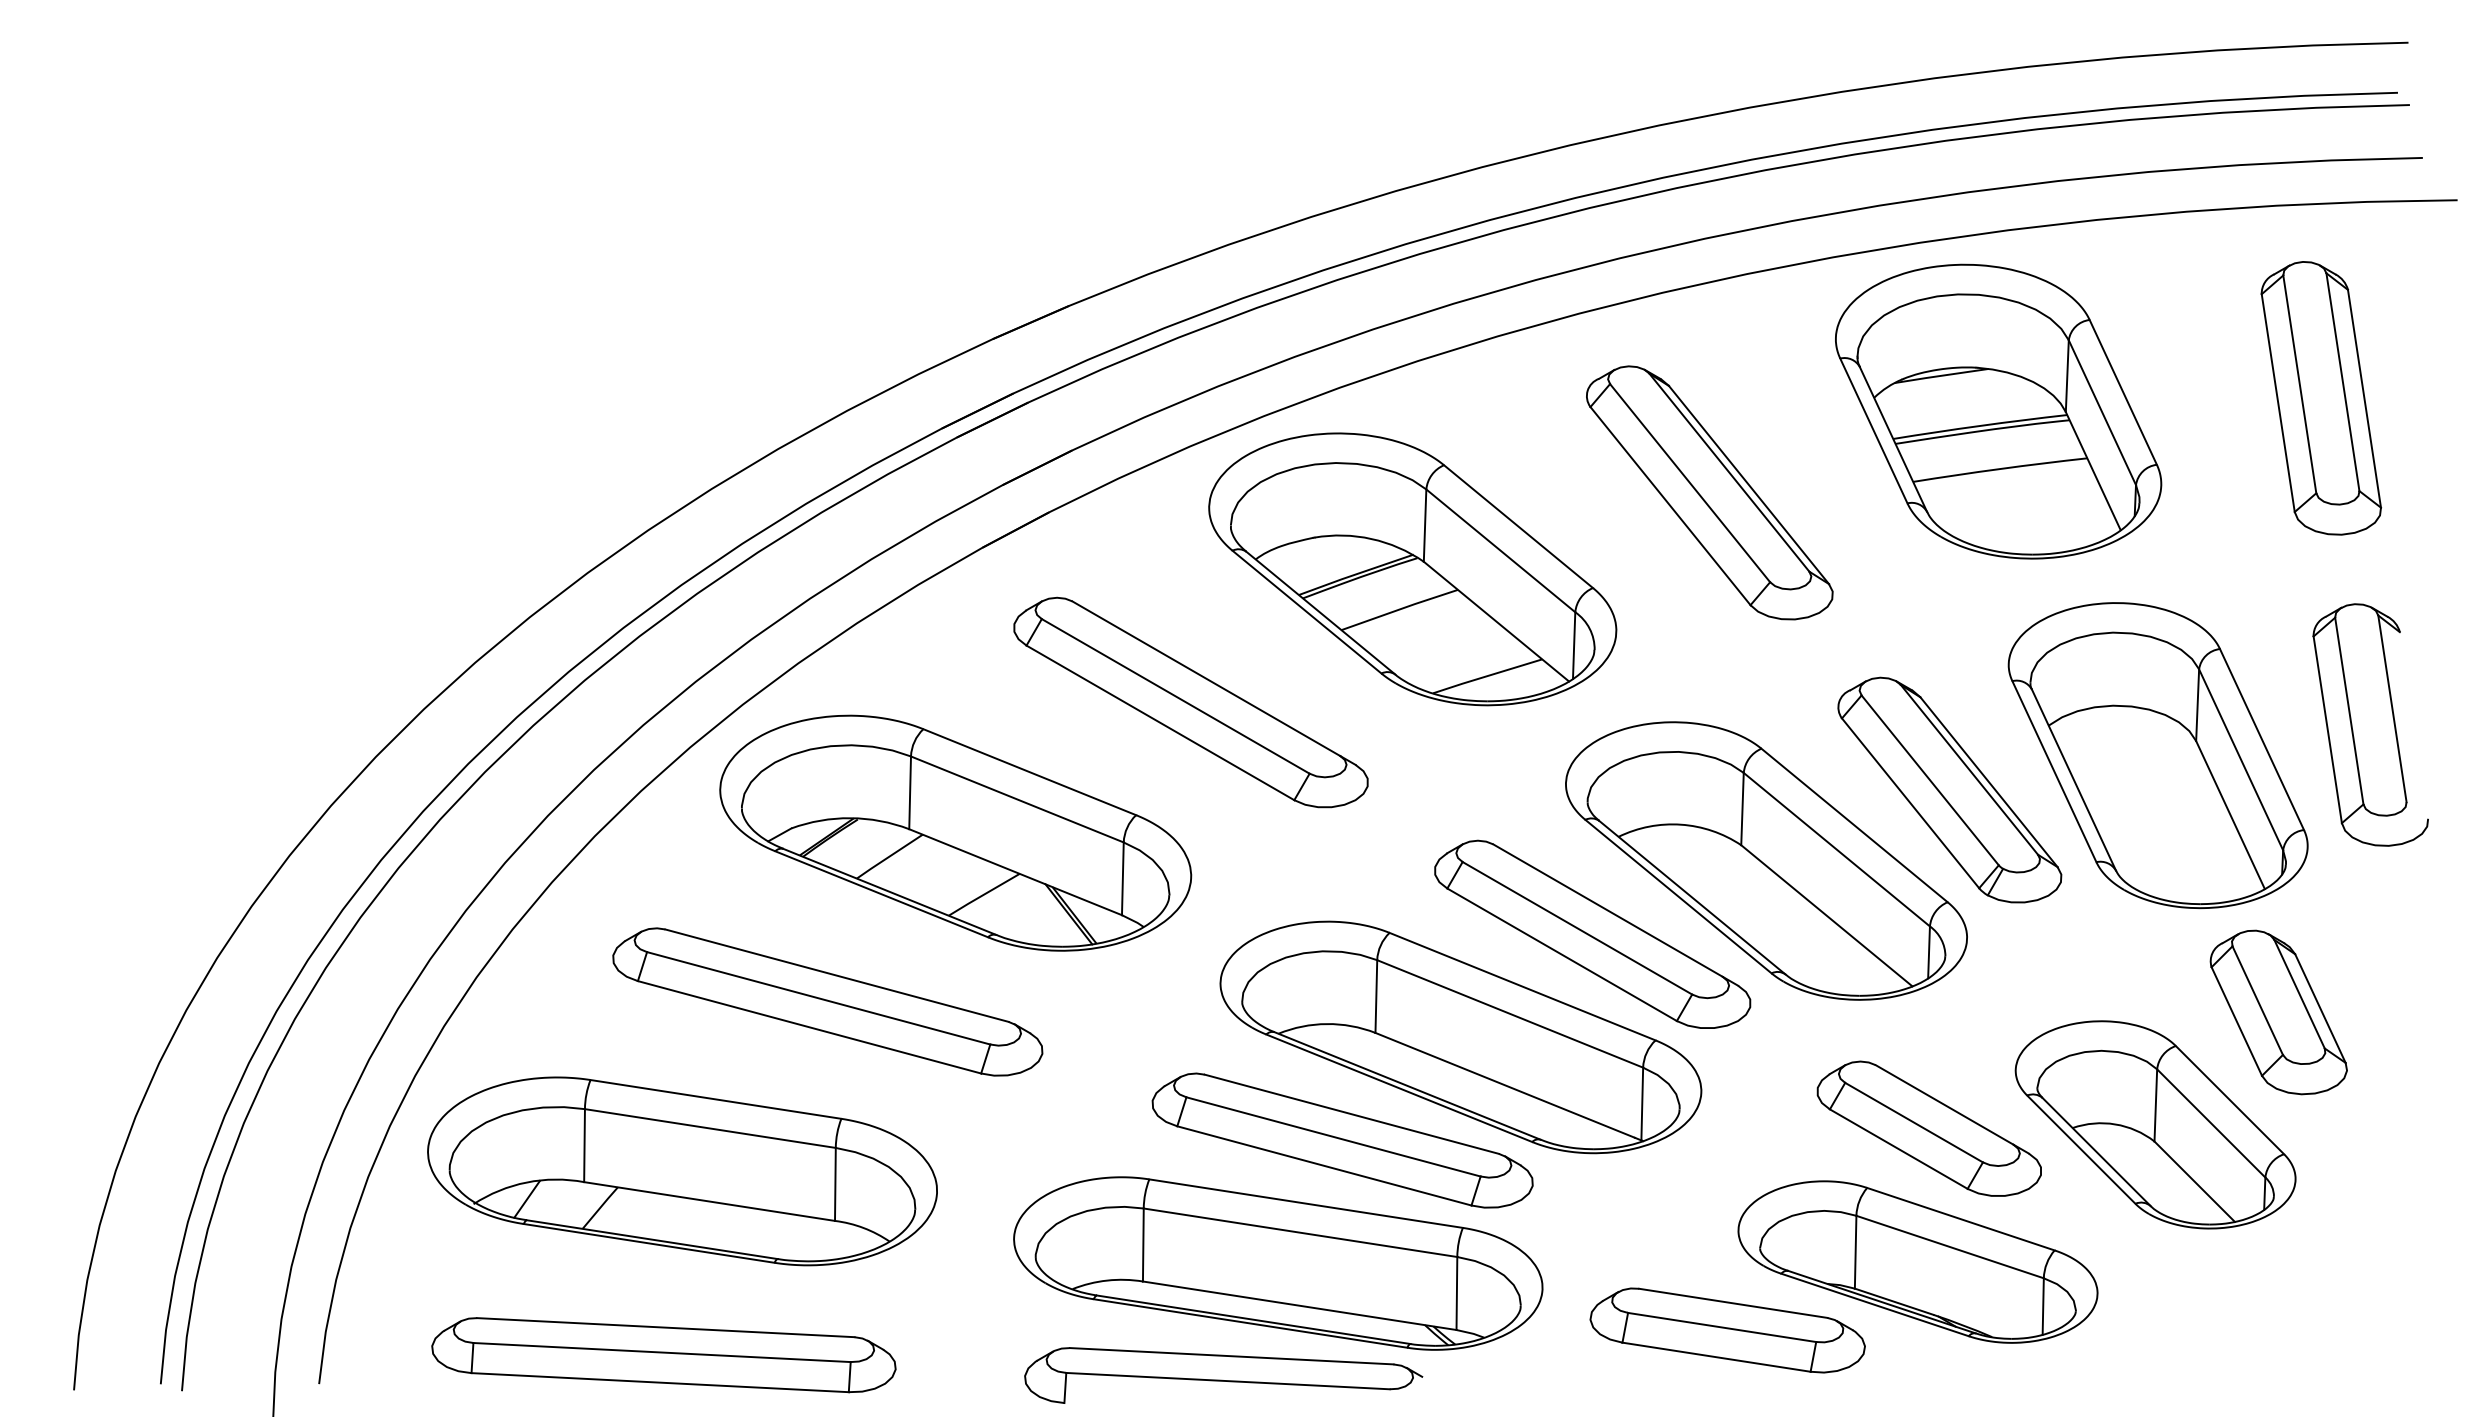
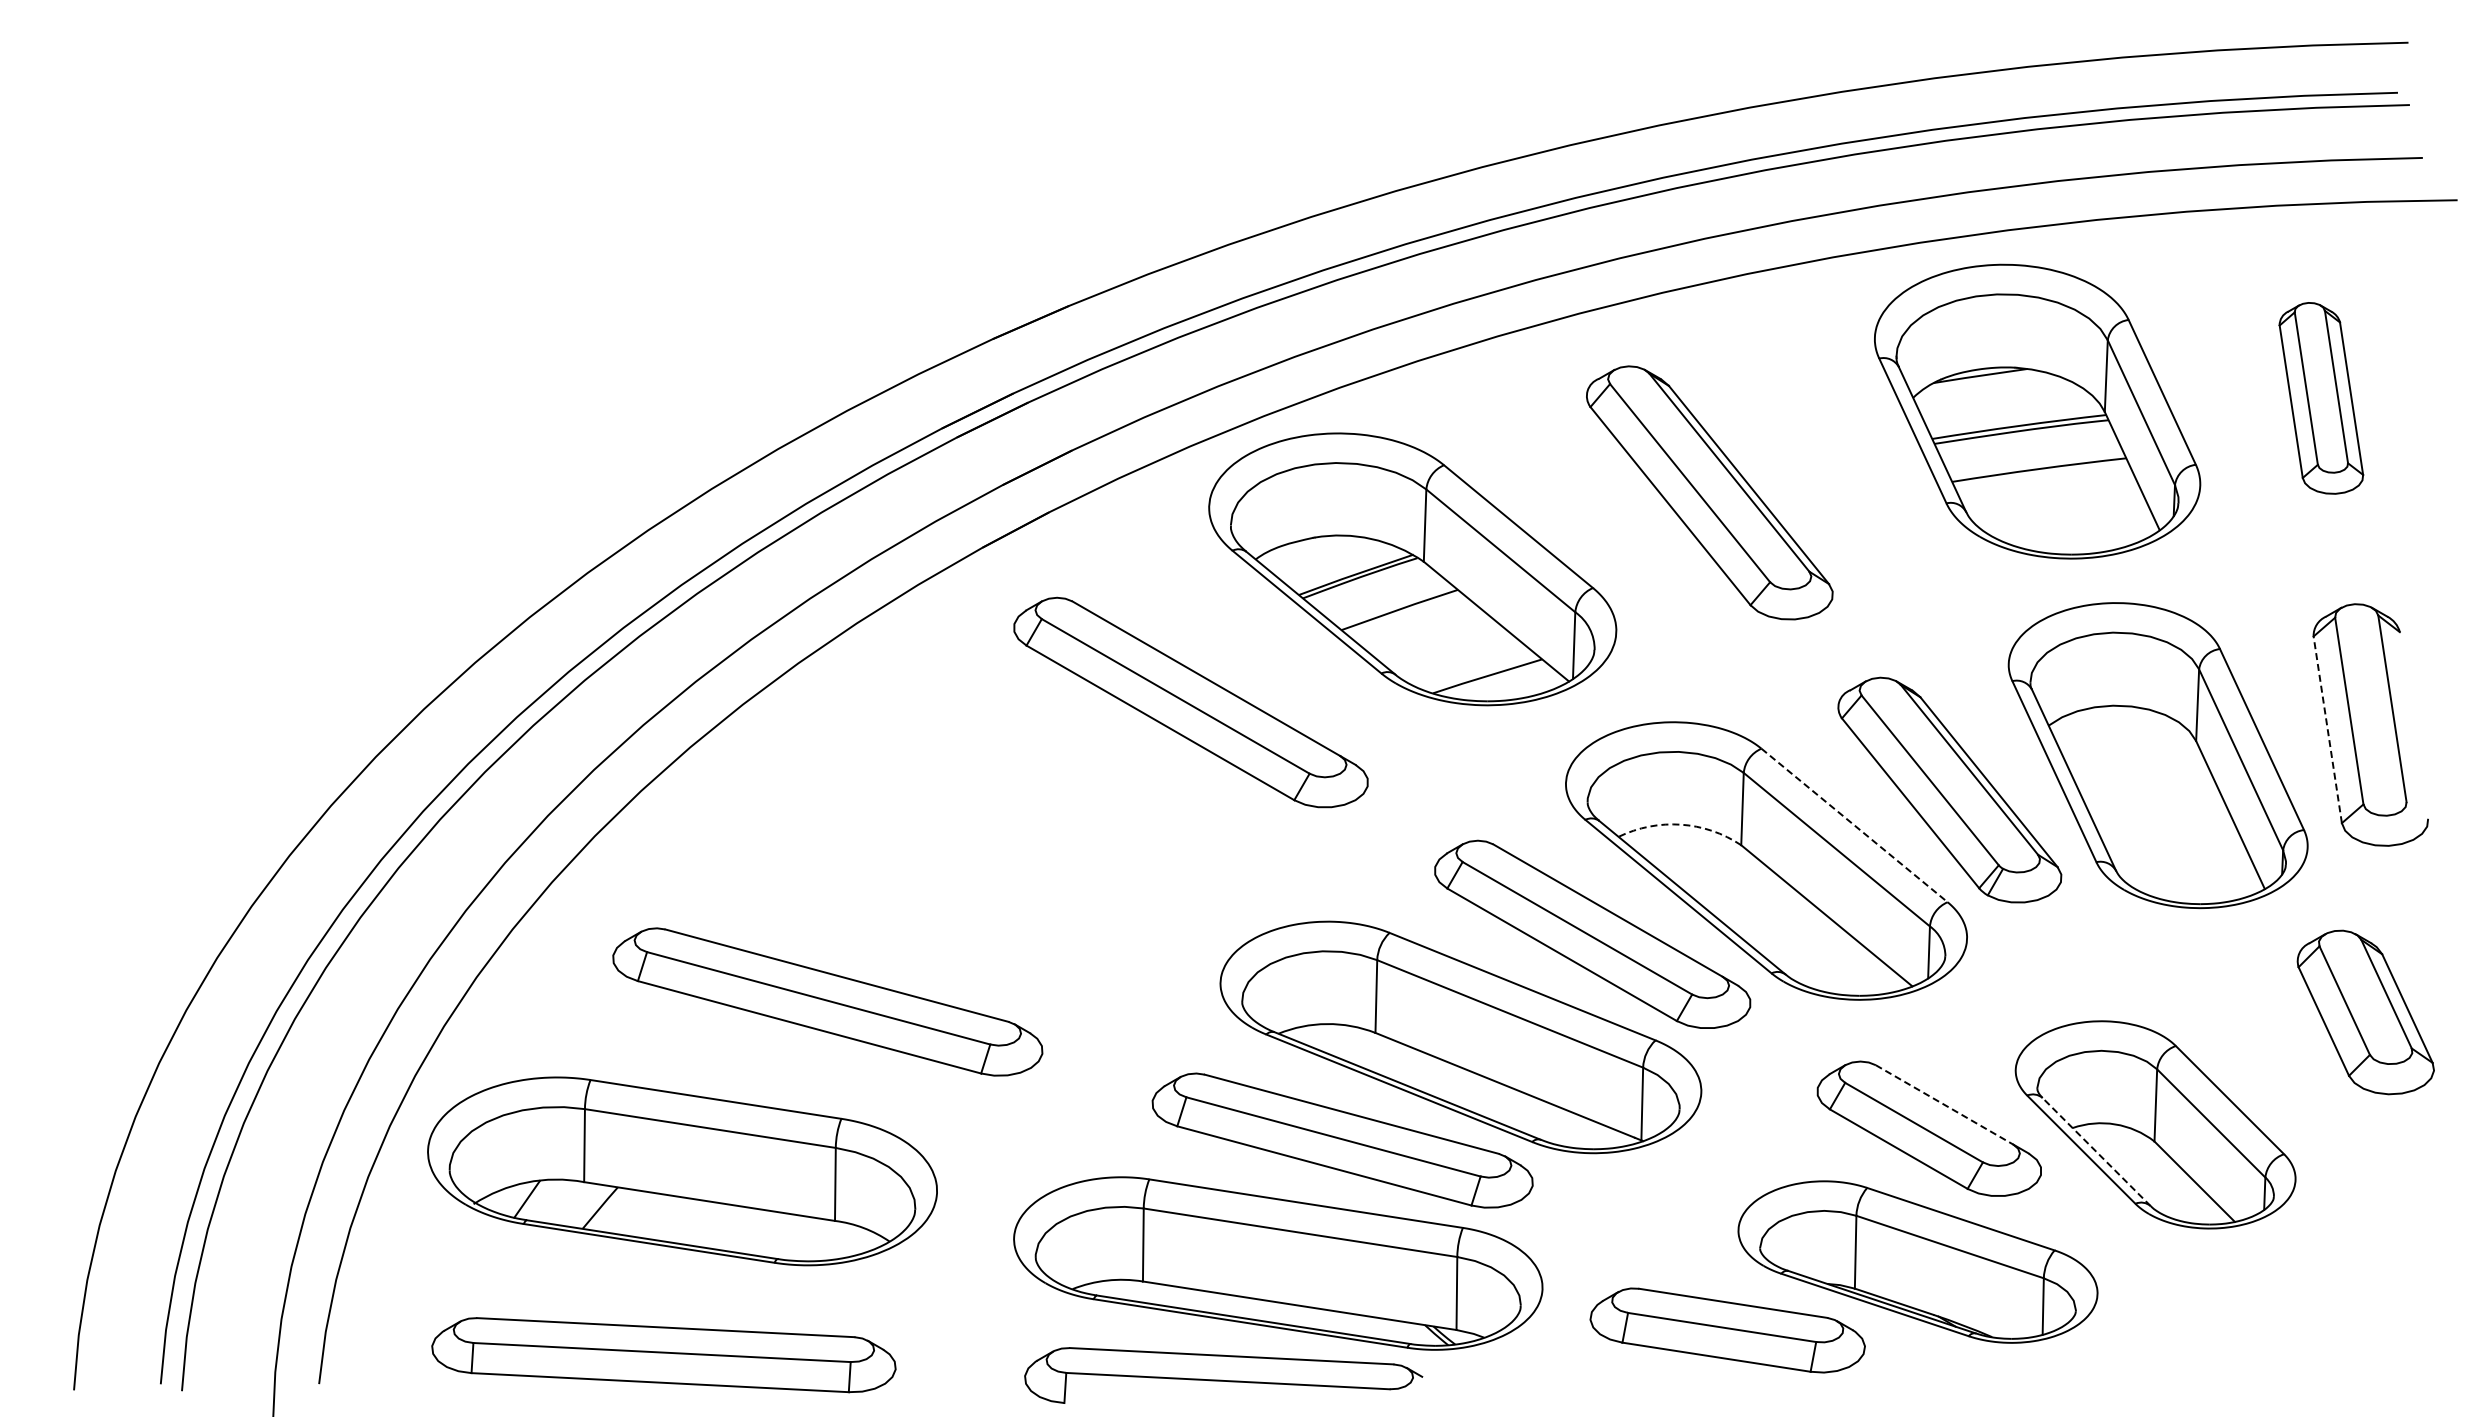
part at (2321, 398) size: 123x275 px -> 87x193 px
part at (1998, 411) position: (1998, 411) -> (2037, 411)
line at (2327, 729): solid -> dashed
arc at (1681, 824): solid -> dashed
line at (1854, 825): solid -> dashed
part at (955, 832): present -> none
part at (2278, 1012) position: (2278, 1012) -> (2365, 1012)
line at (1944, 1104): solid -> dashed
line at (2096, 1152): solid -> dashed
